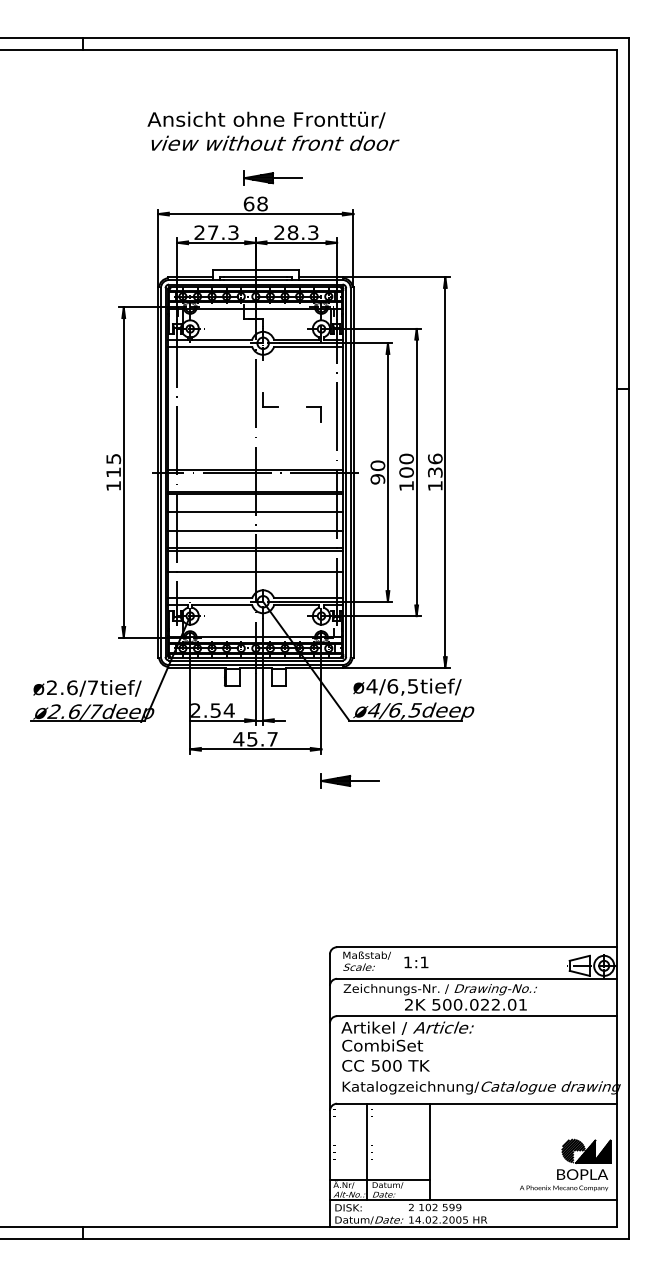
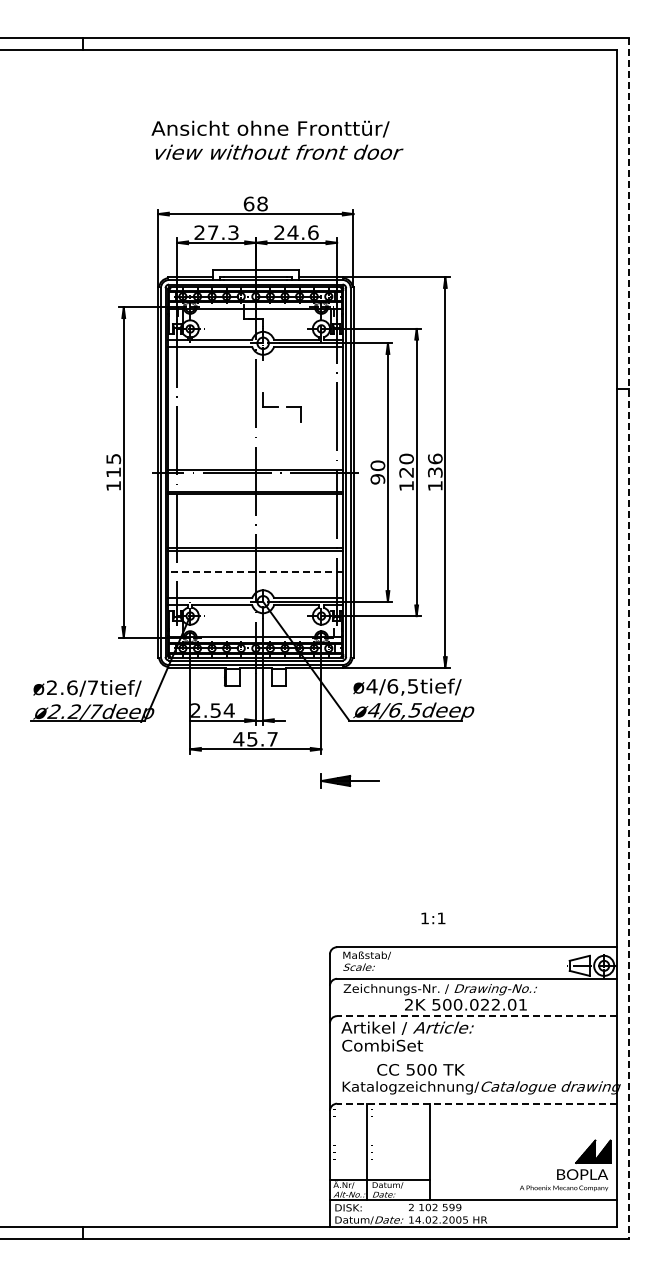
text at (273, 130) position: (273, 130) -> (277, 139)
part at (272, 177): present -> none
text at (302, 232): 28.3 -> 24.6
part at (313, 407) position: (313, 407) -> (293, 407)
text at (406, 472): 100 -> 120
line at (255, 512): present -> none
line at (255, 530): present -> none
line at (255, 572): solid -> dashed
line at (628, 638): solid -> dashed
text at (74, 711): ø2.6/7deep -> ø2.2/7deep
text at (416, 962) position: (416, 962) -> (433, 918)
line at (477, 1016): solid -> dashed
text at (385, 1065) position: (385, 1065) -> (420, 1069)
line at (477, 1103): solid -> dashed
hatch at (573, 1150): present -> none
